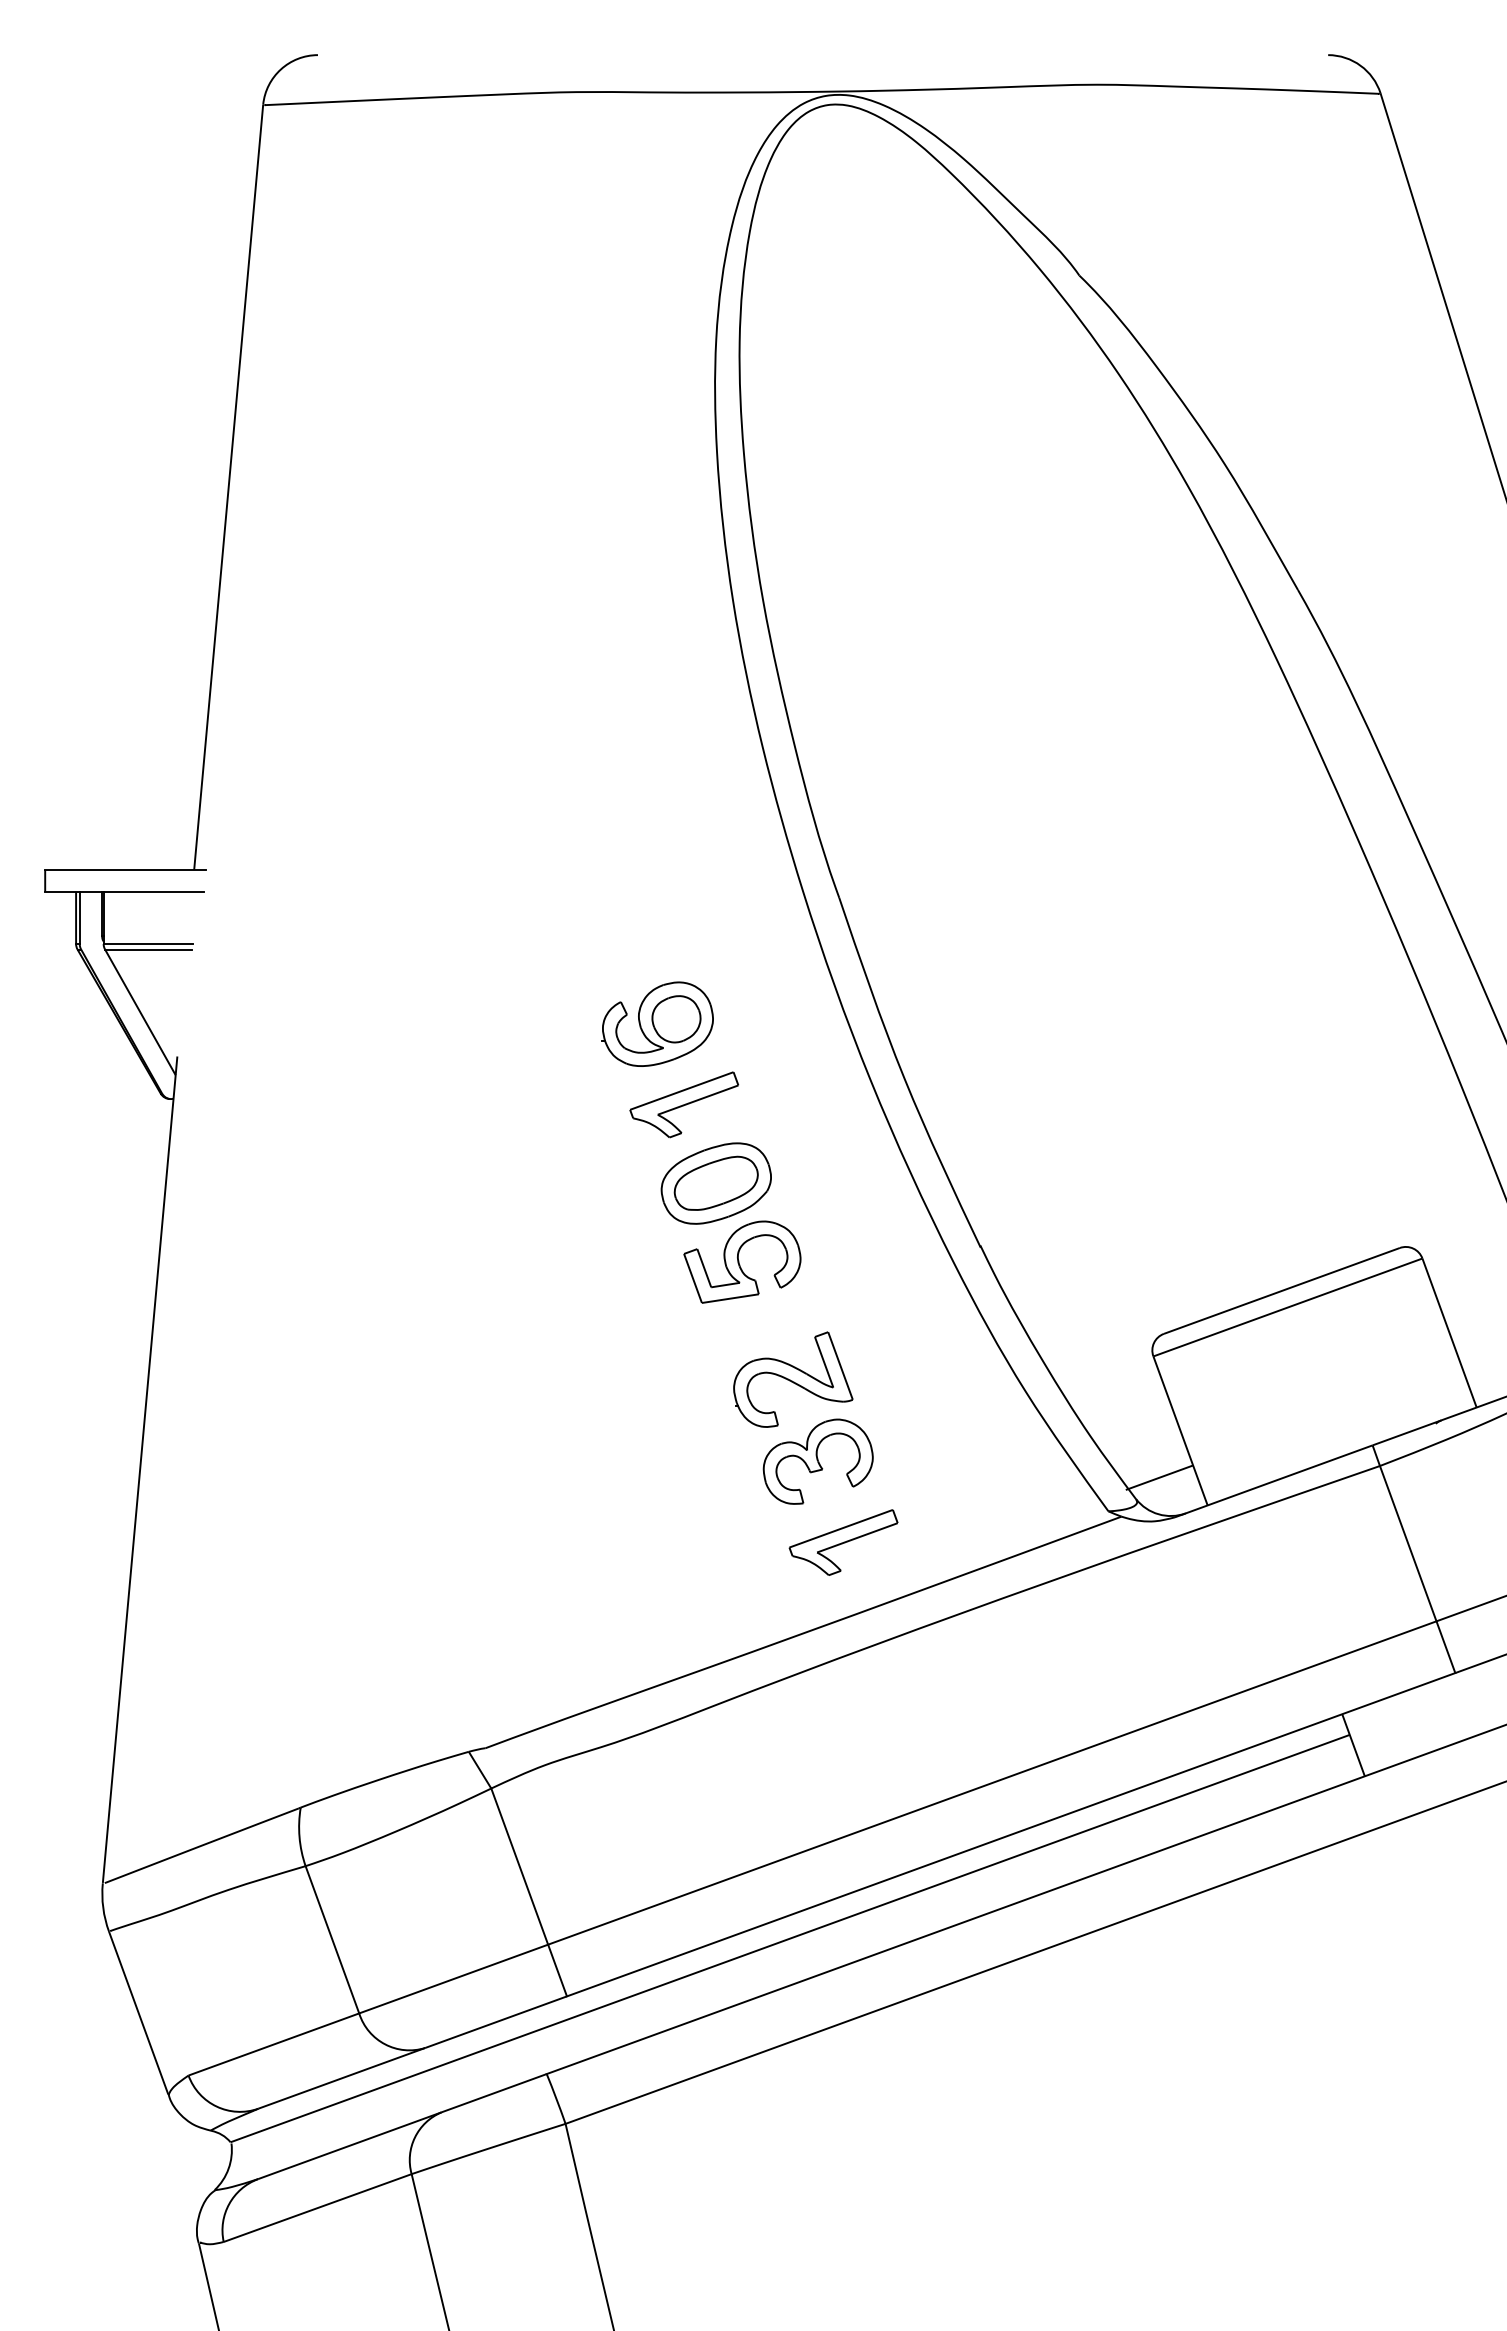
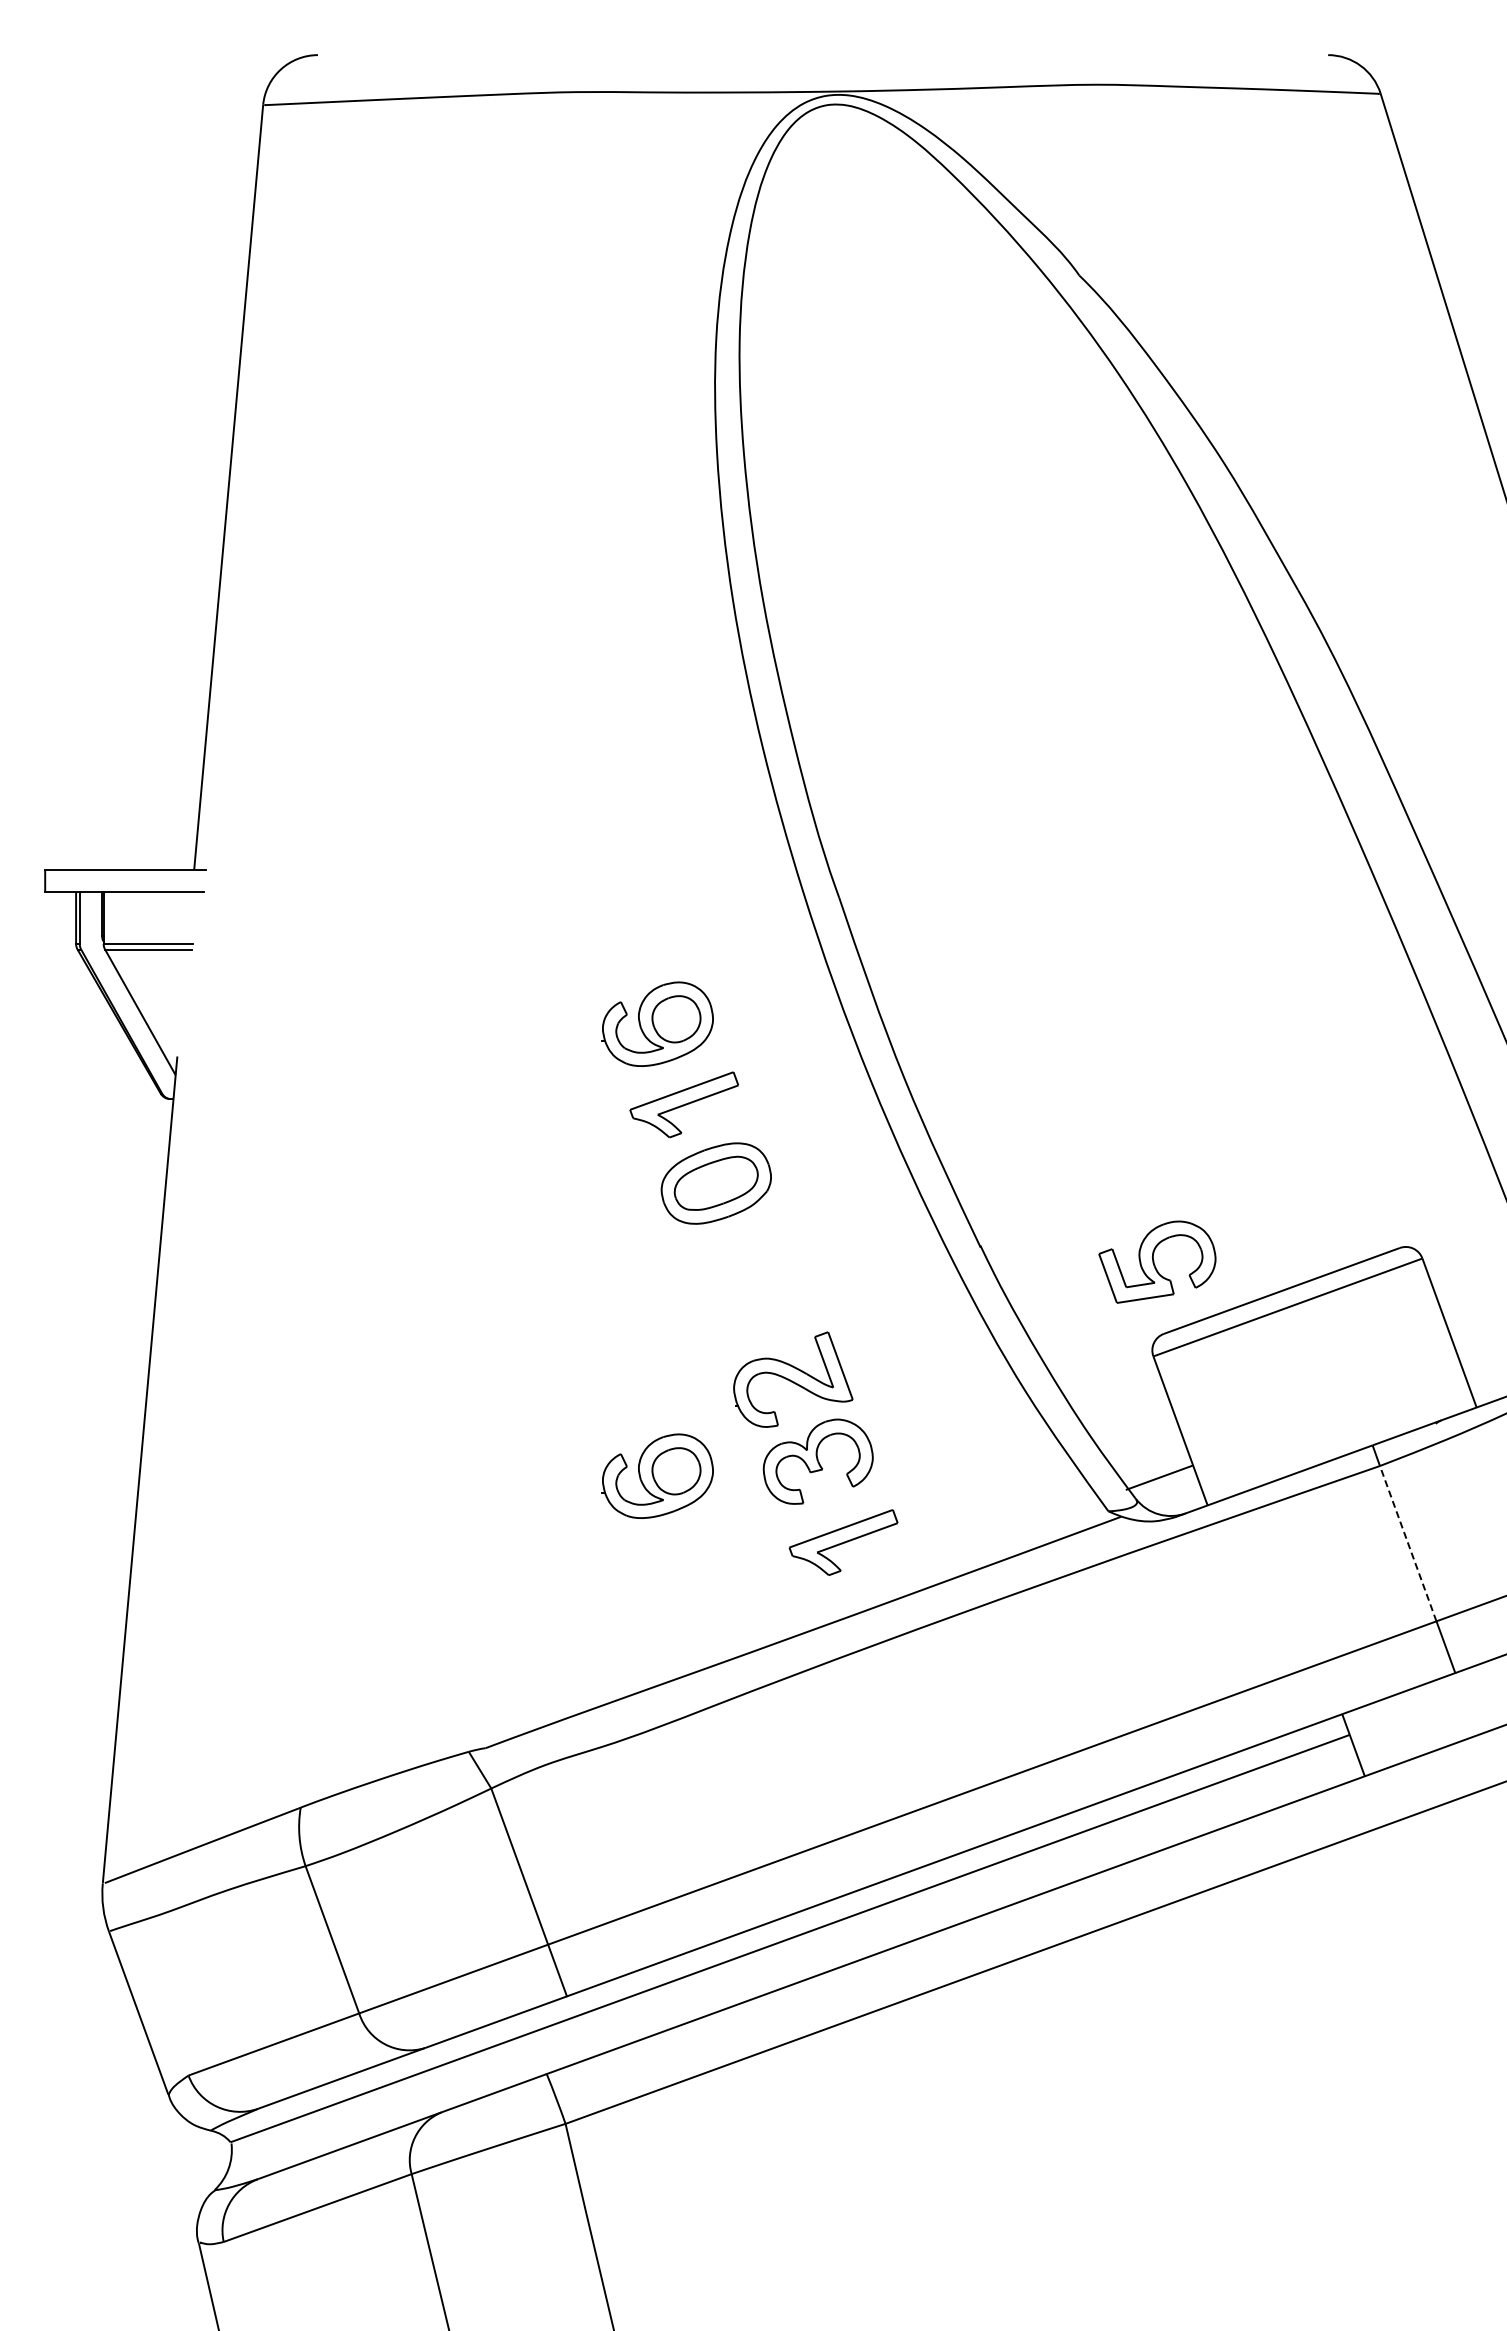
part at (742, 1261) position: (742, 1261) -> (1157, 1261)
part at (657, 1475): none -> present
line at (1408, 1543): solid -> dashed
